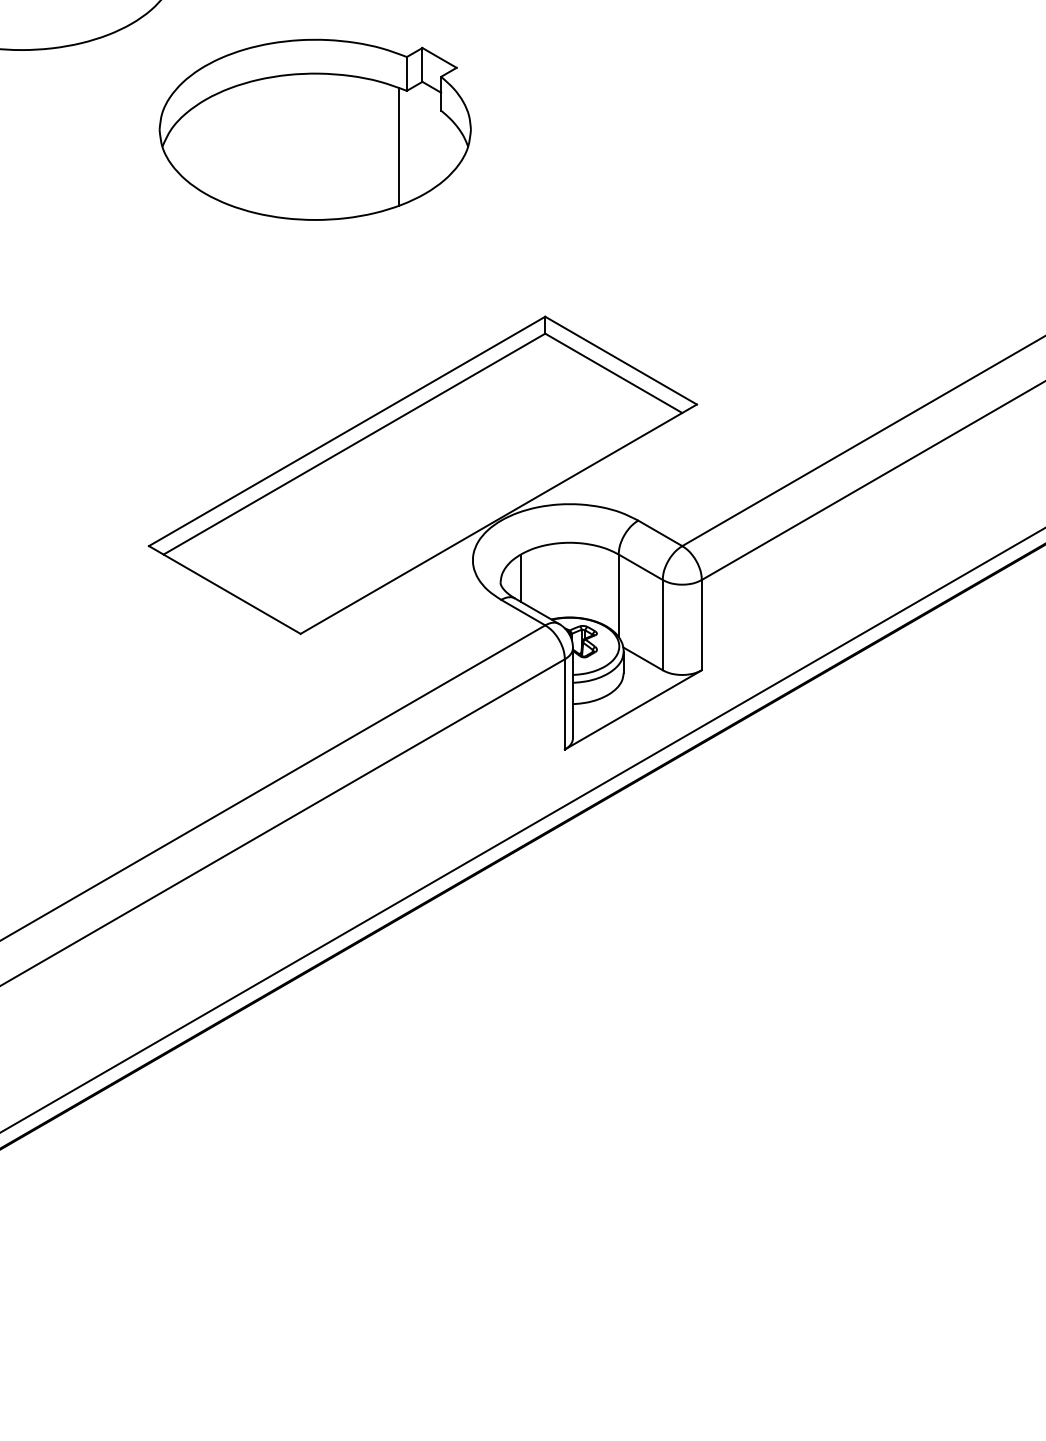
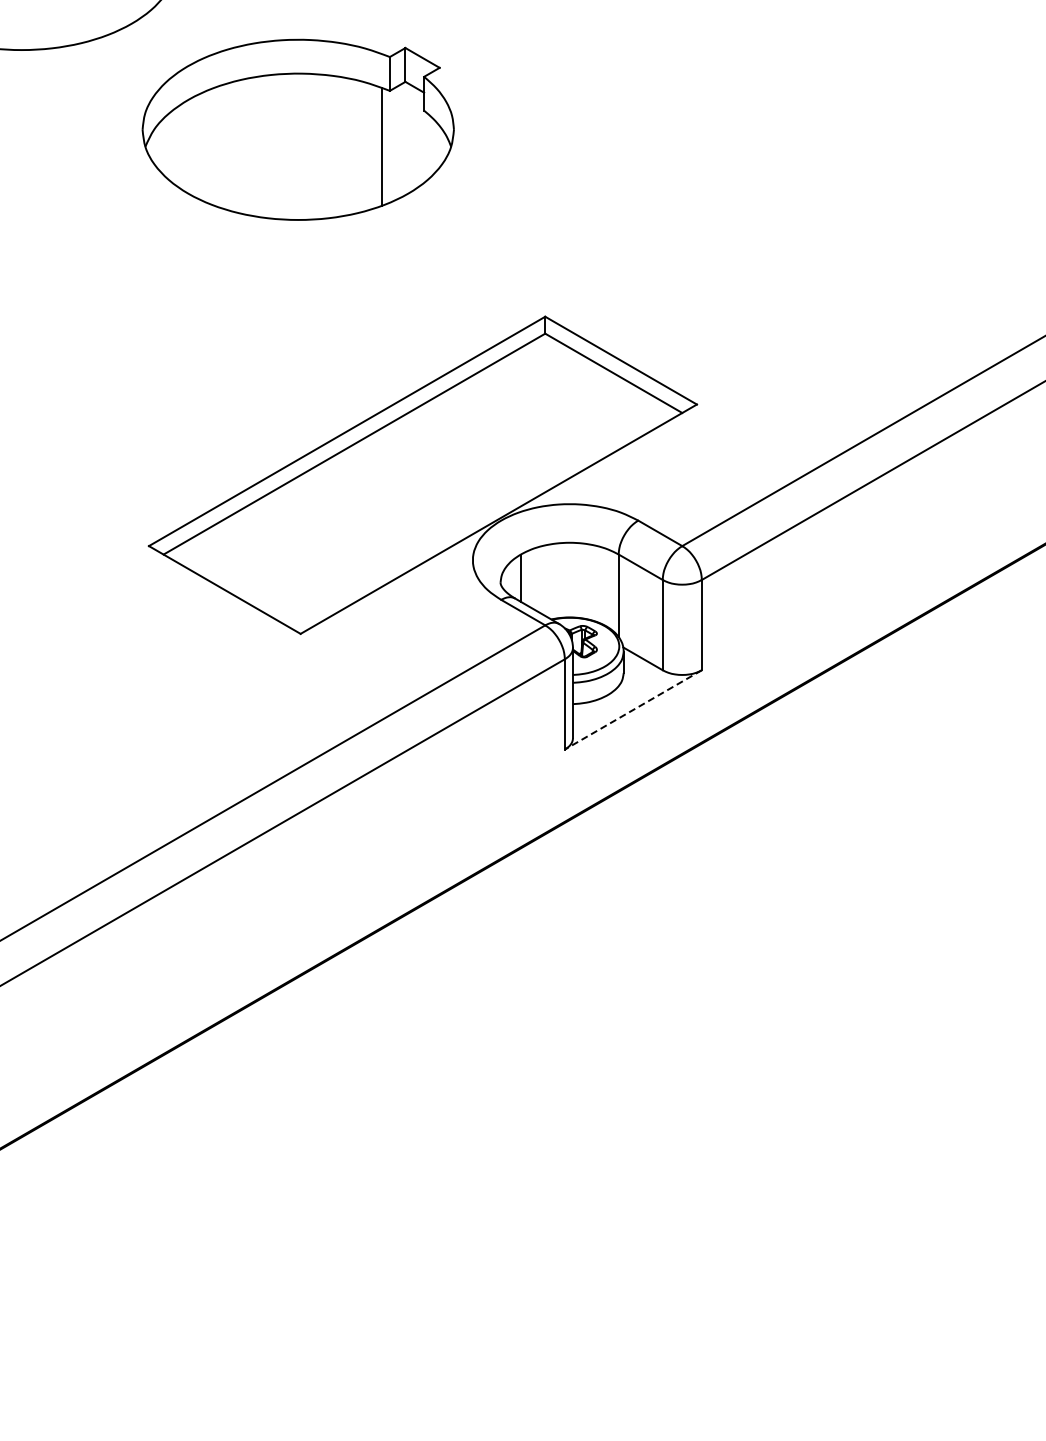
part at (314, 129) position: (314, 129) -> (297, 129)
line at (632, 710): solid -> dashed
line at (522, 830): present -> none
